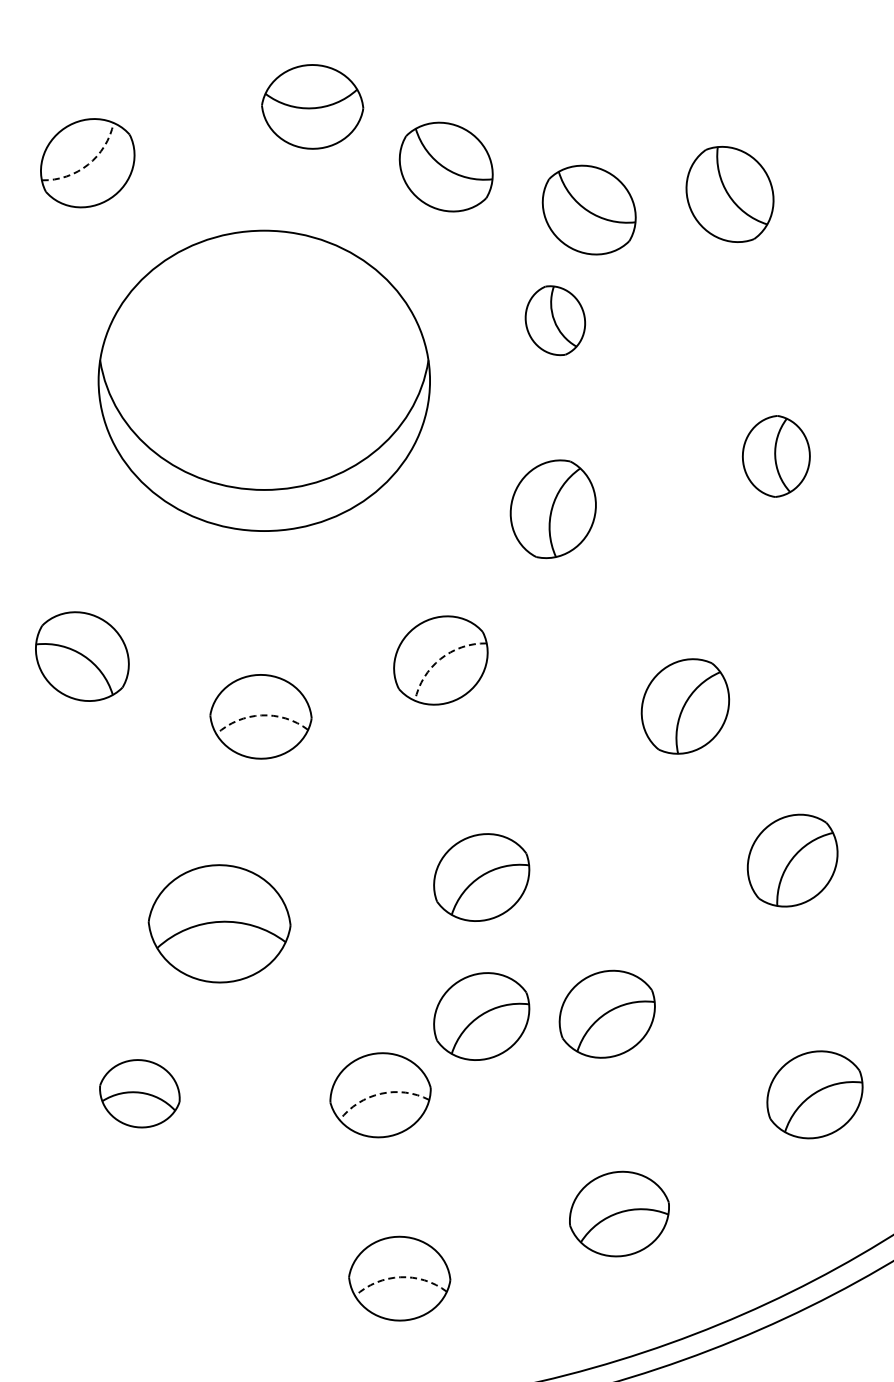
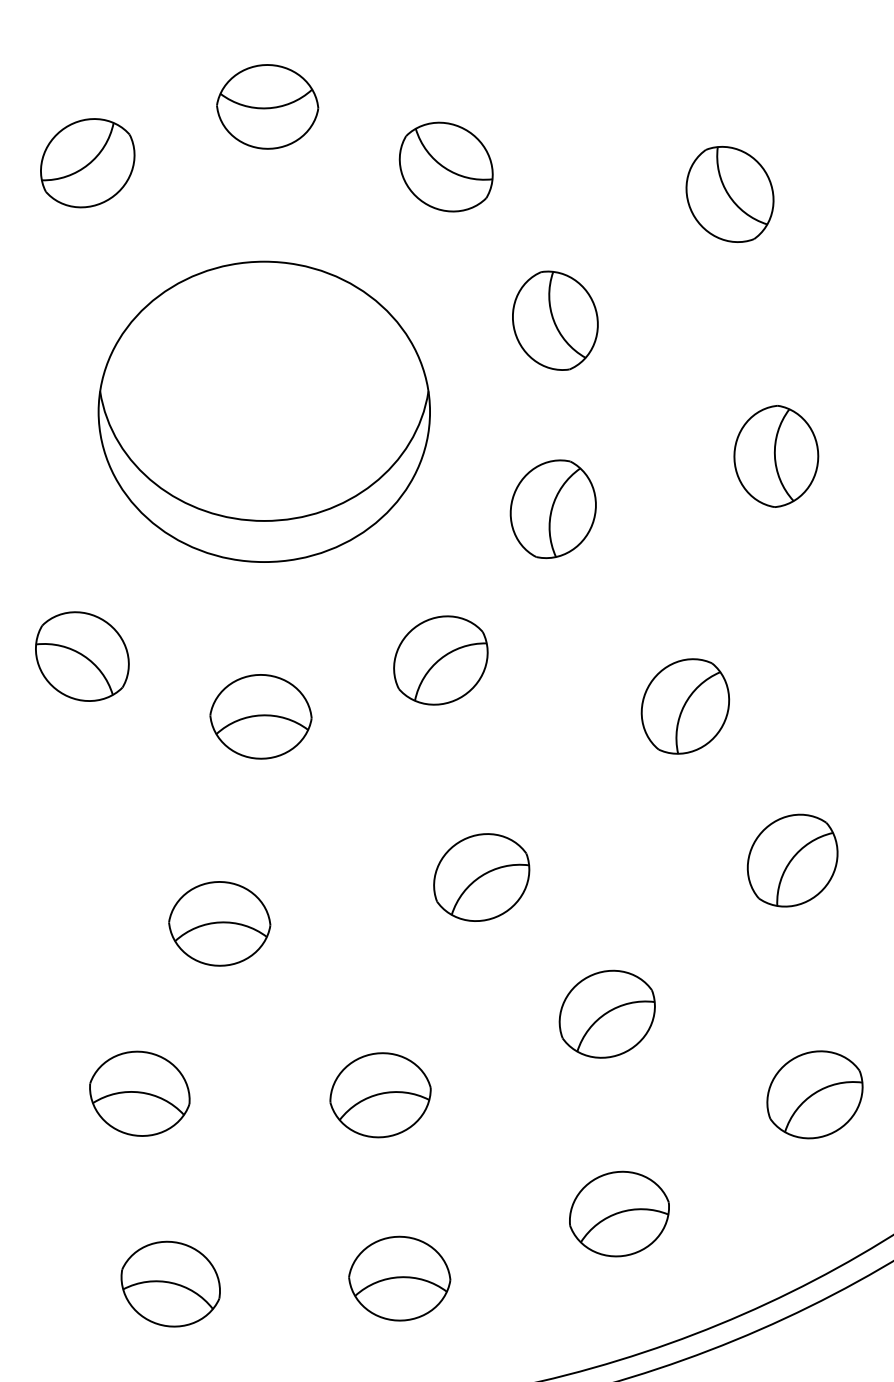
part at (312, 106) position: (312, 106) -> (267, 106)
arc at (88, 164): dashed -> solid
part at (588, 209): present -> none
part at (555, 320) size: 63x72 px -> 87x101 px
part at (263, 380) position: (263, 380) -> (263, 411)
part at (776, 456) size: 69x83 px -> 87x103 px
arc at (440, 659): dashed -> solid
arc at (261, 715): dashed -> solid
part at (219, 923) size: 145x120 px -> 104x86 px
part at (481, 1016): present -> none
part at (139, 1093) size: 82x70 px -> 102x87 px
arc at (380, 1093): dashed -> solid
arc at (400, 1277): dashed -> solid
part at (170, 1283): none -> present
